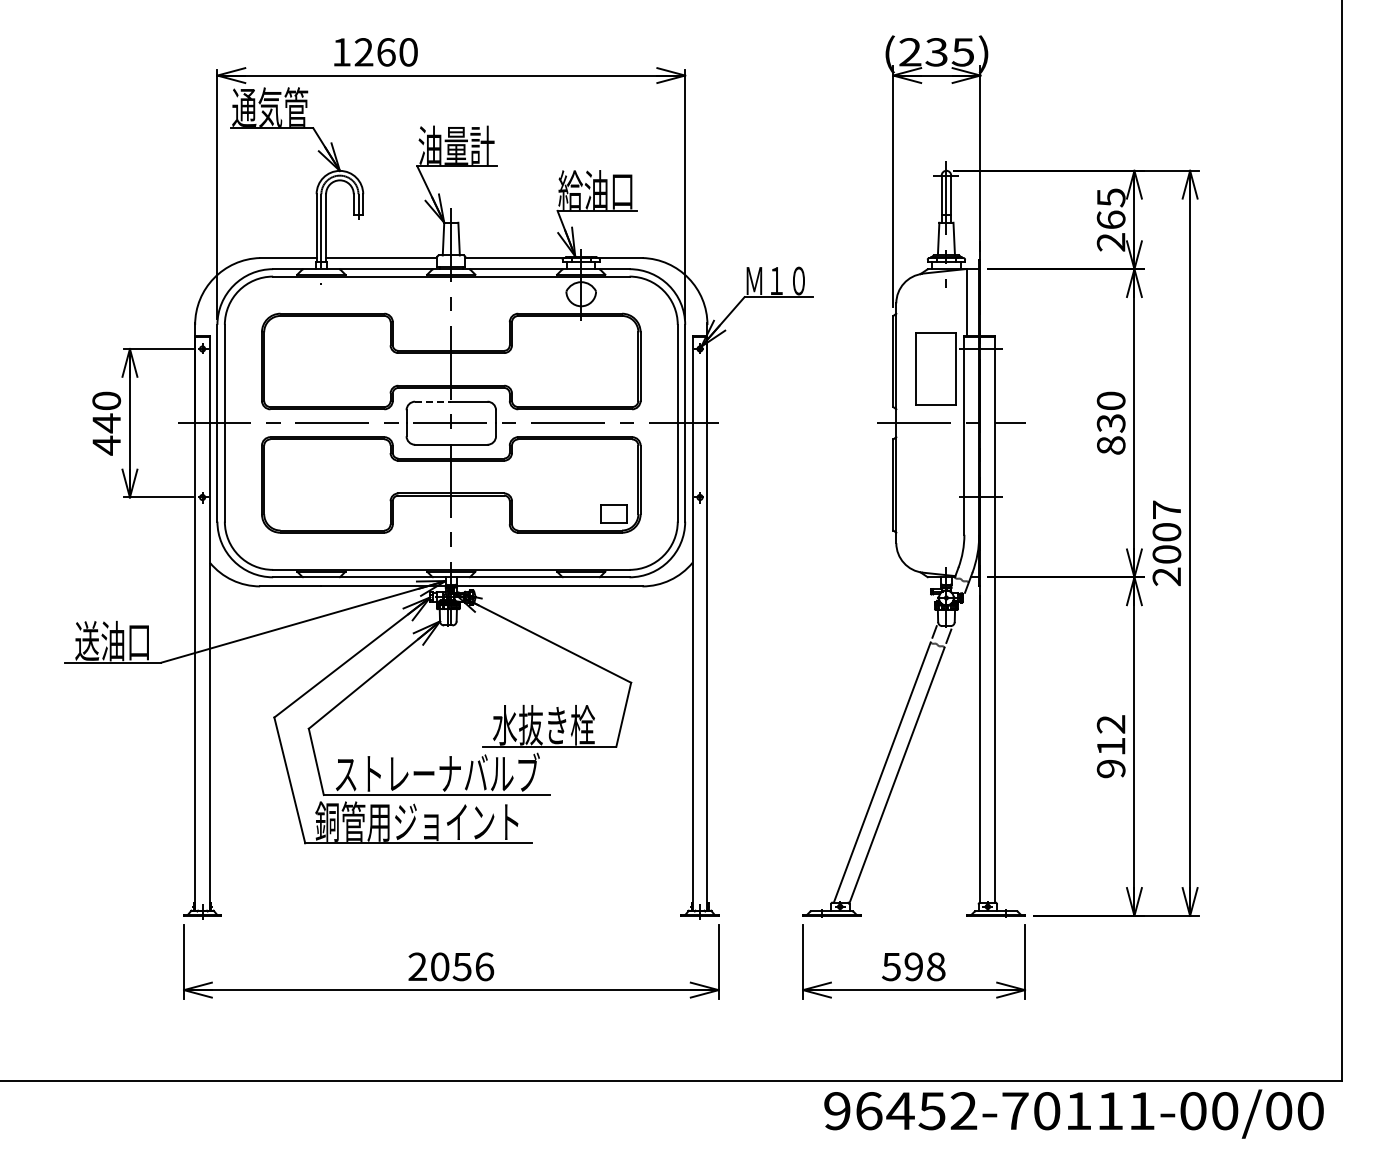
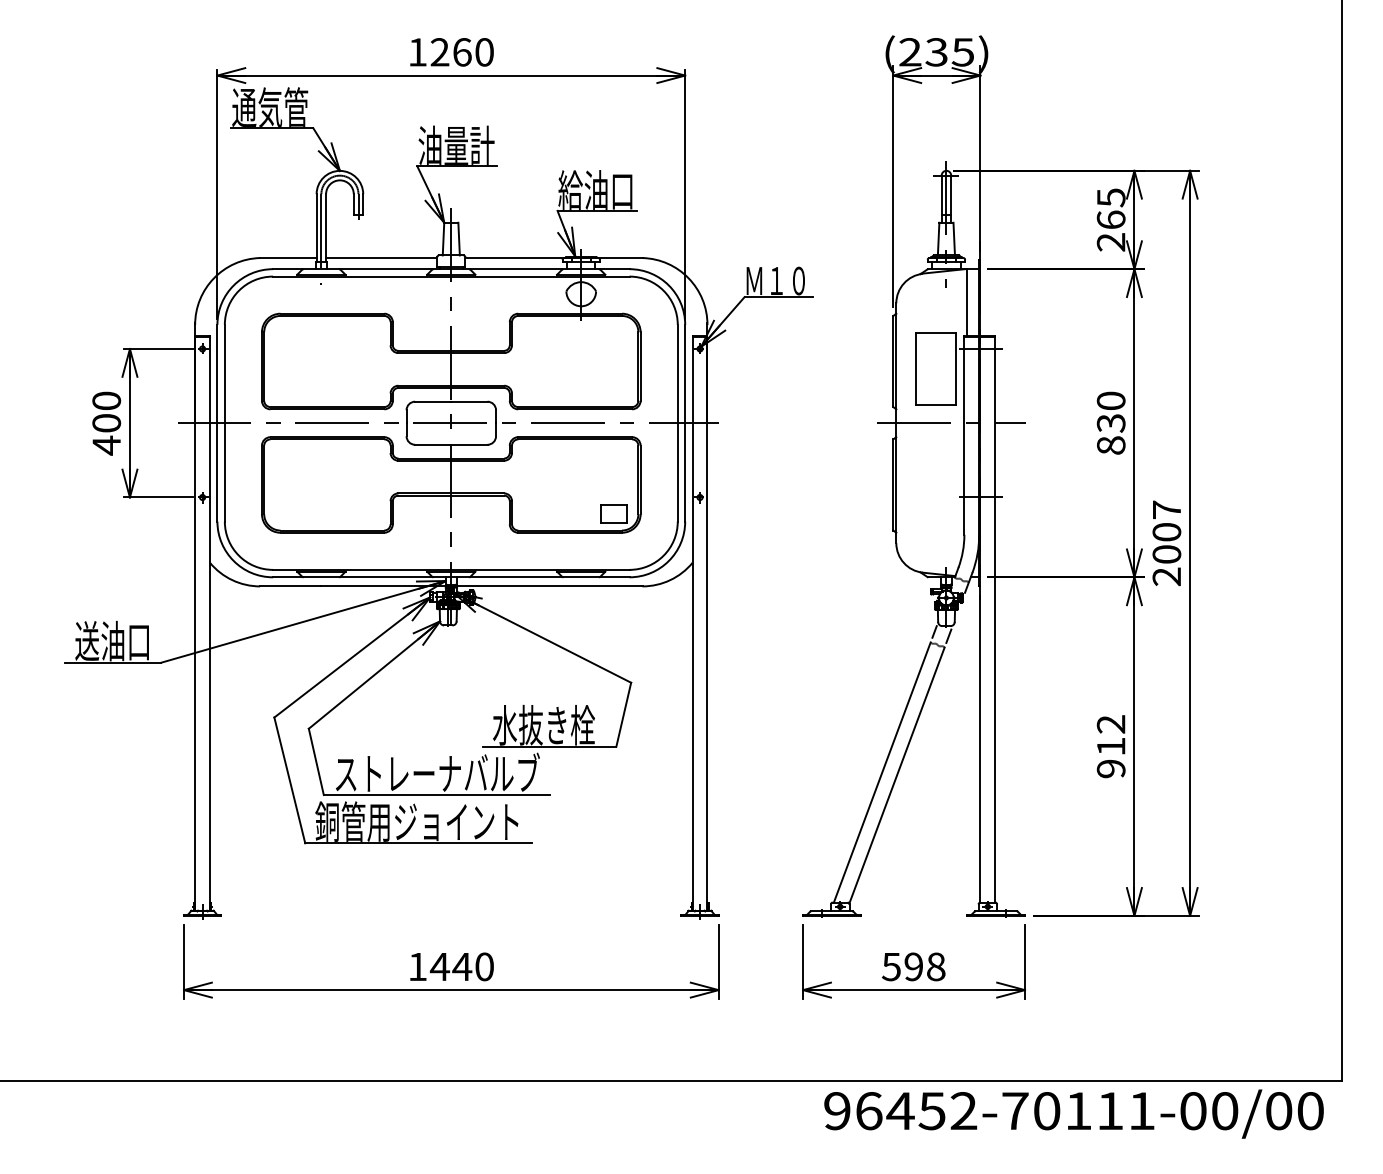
text at (375, 52) position: (375, 52) -> (451, 52)
line at (433, 401): dashed -> solid
text at (106, 423): 440 -> 400
text at (451, 966): 2056 -> 1440
